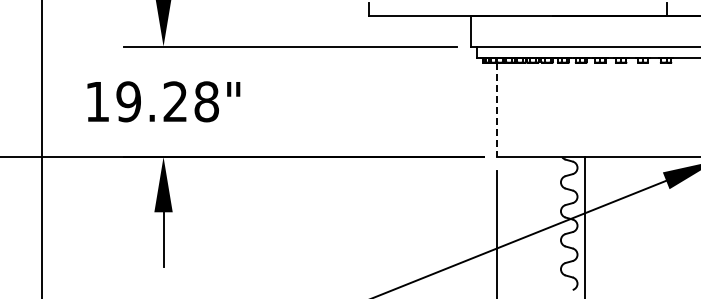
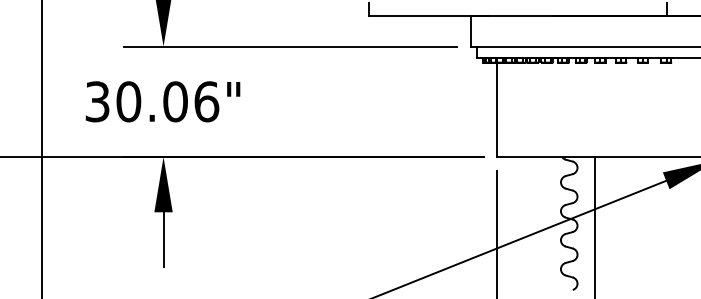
text at (152, 101): 19.28" -> 30.06"
line at (497, 110): dashed -> solid
line at (585, 226) position: (585, 226) -> (595, 226)
